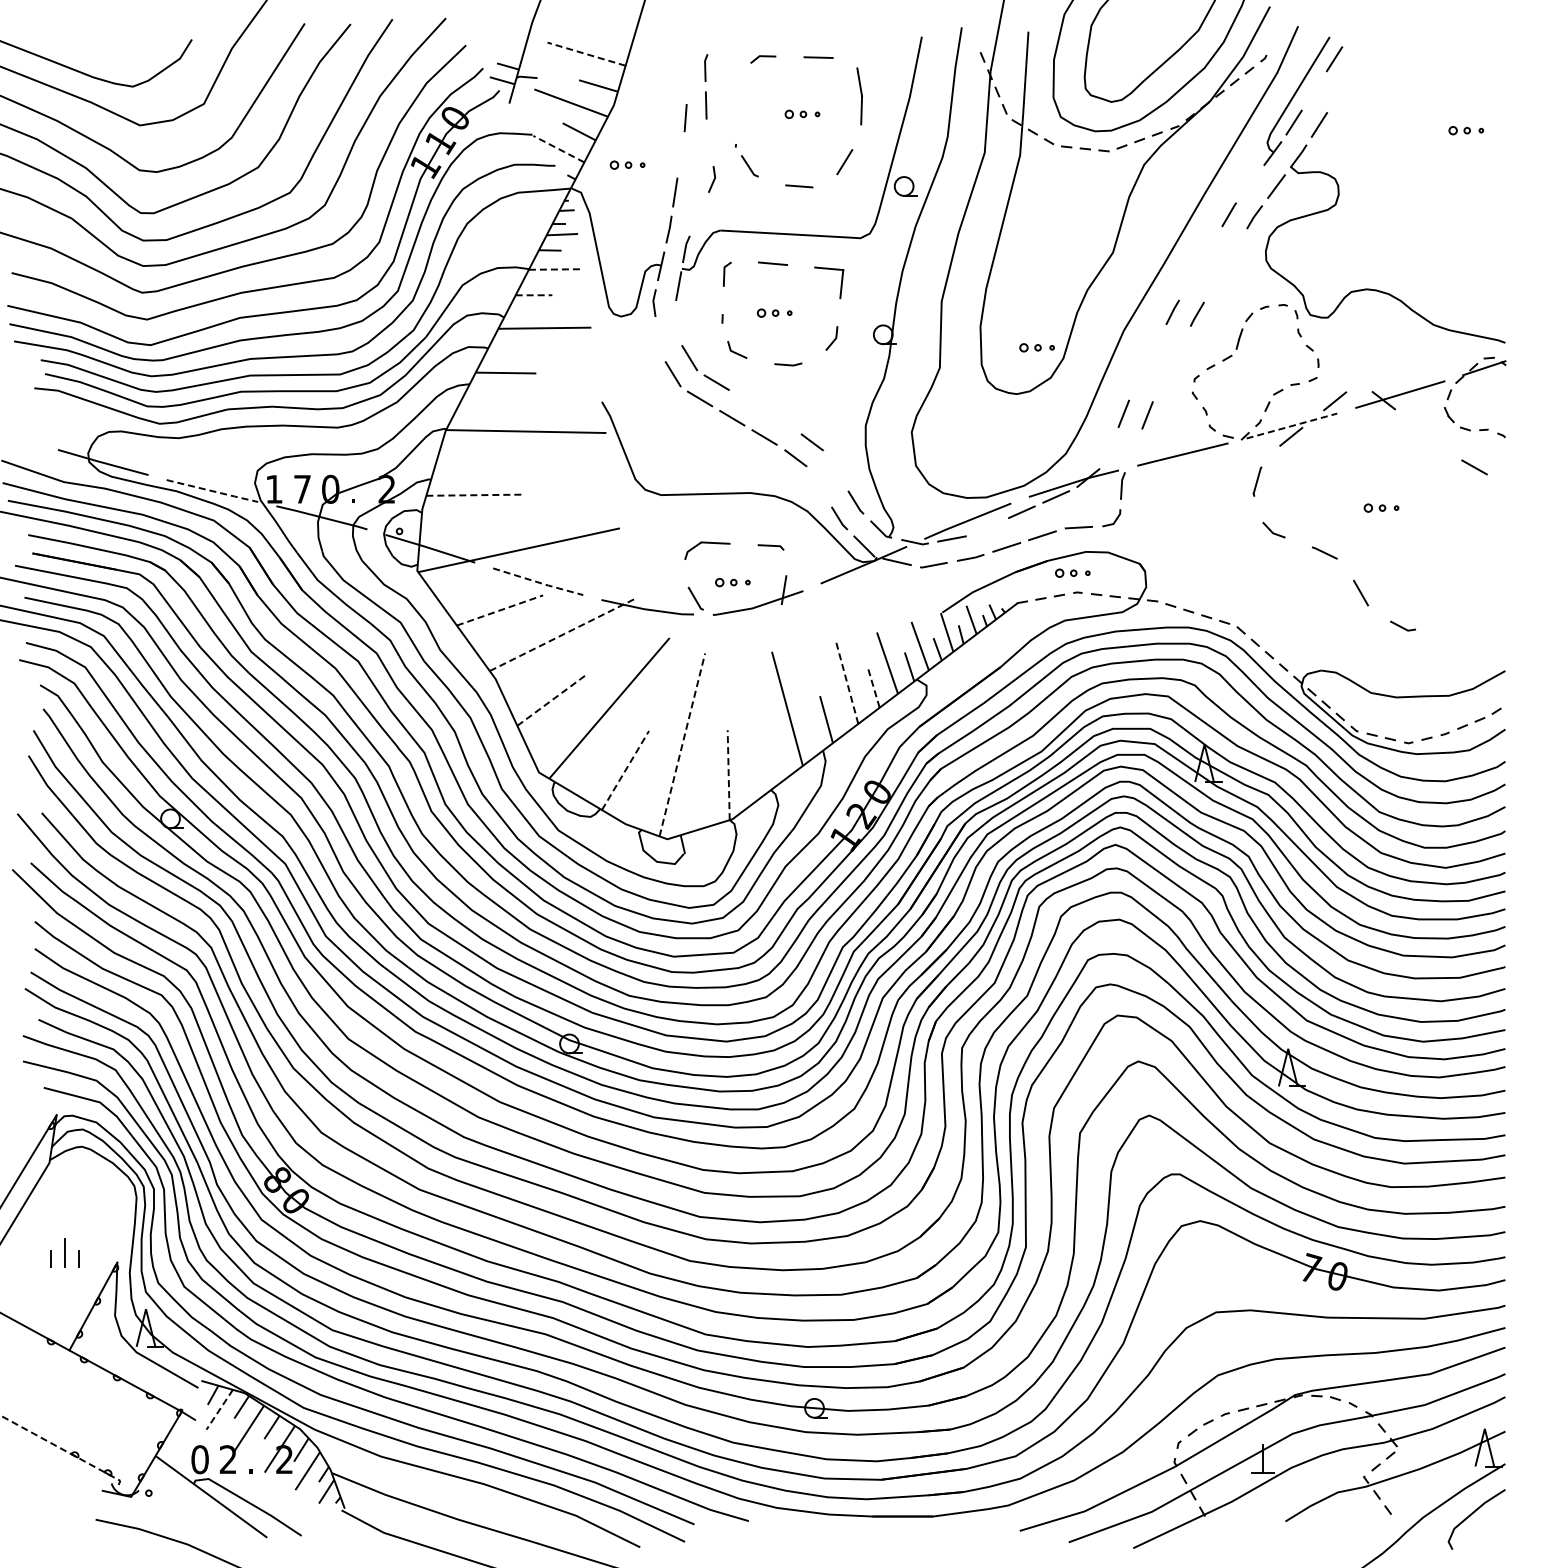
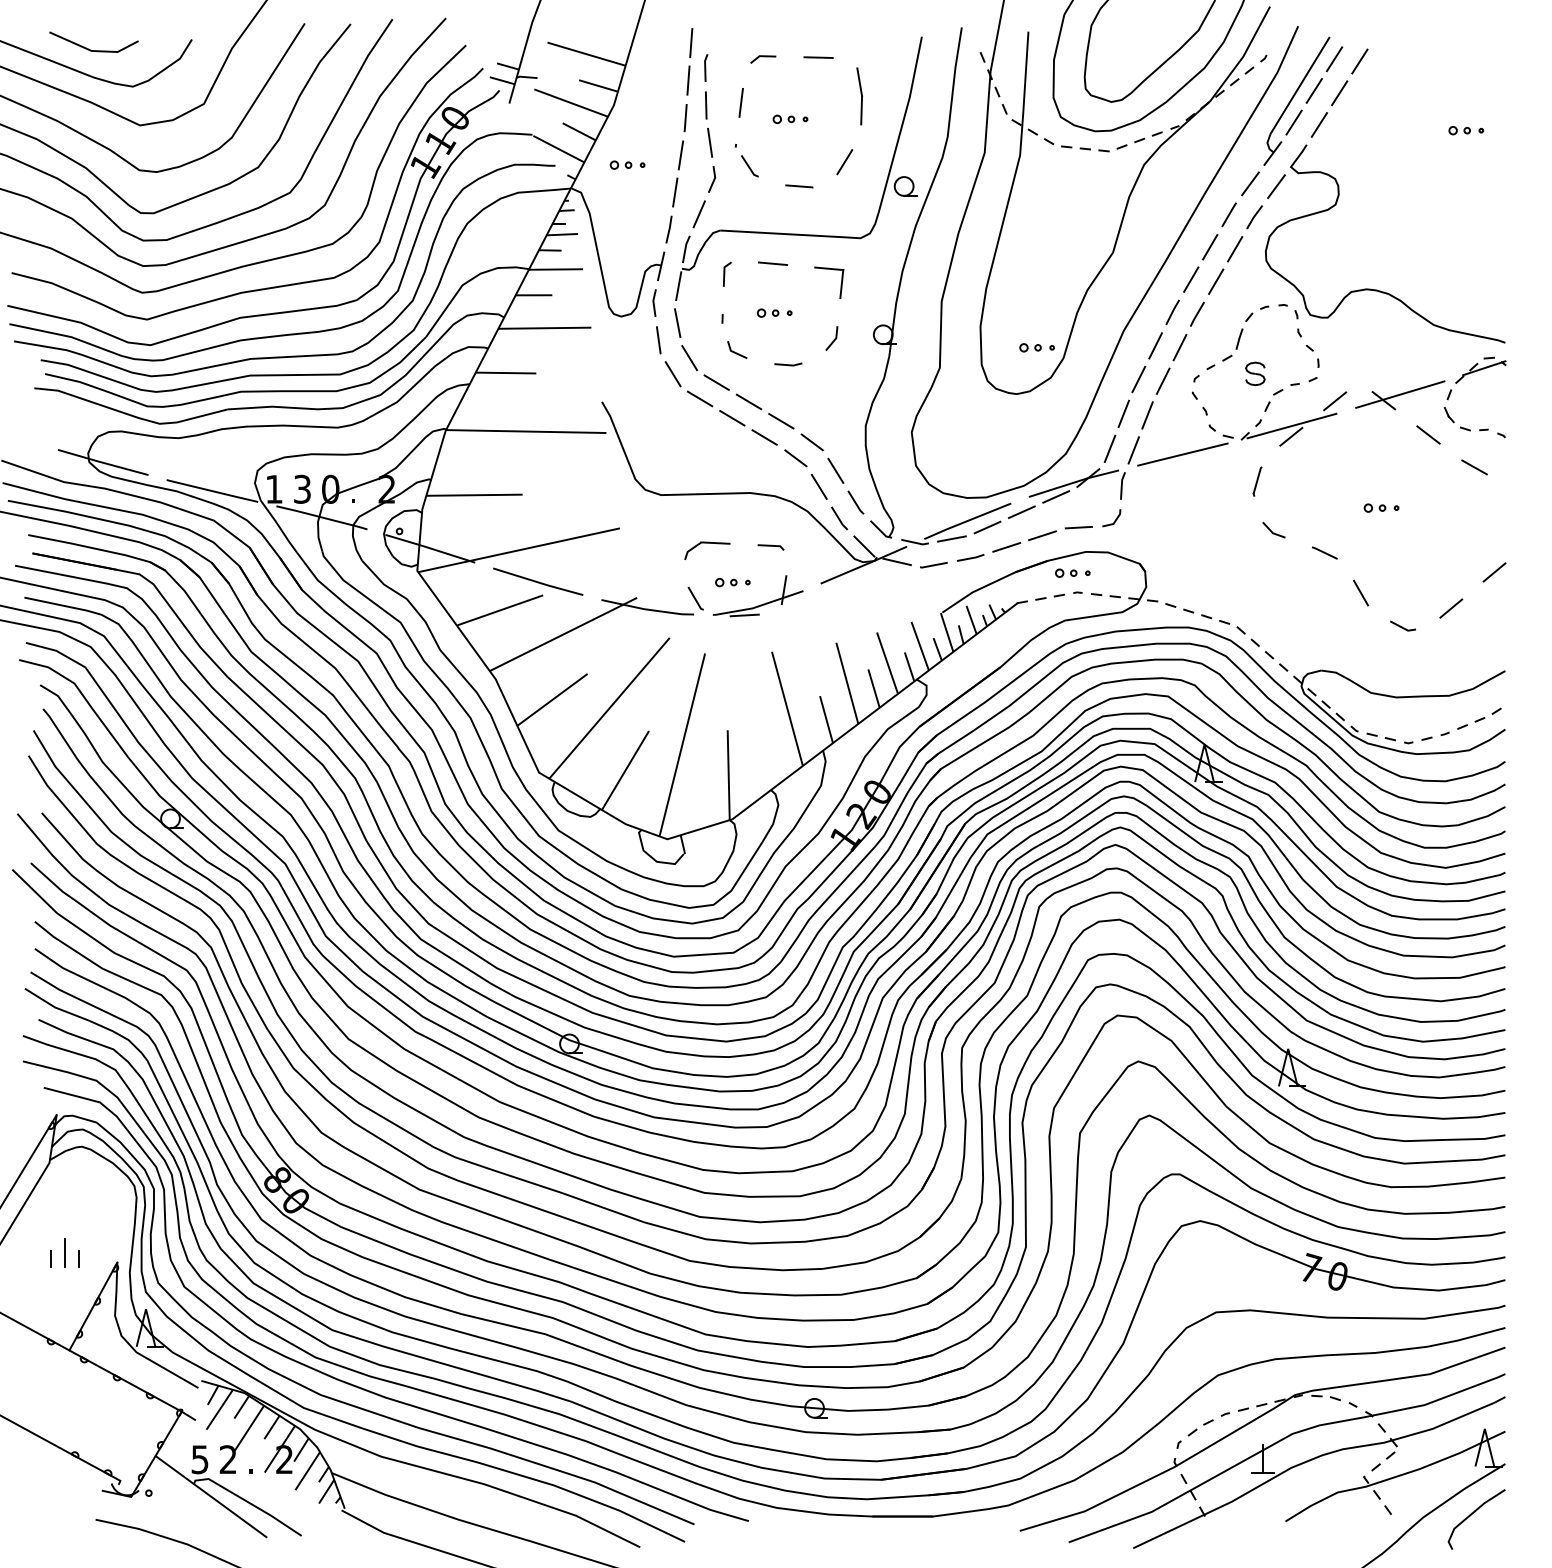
line at (91, 49): none -> present
line at (586, 54): dashed -> solid
line at (690, 58): none -> present
line at (1359, 61): none -> present
line at (1313, 90): none -> present
line at (1339, 93): none -> present
line at (740, 102): none -> present
part at (802, 113) position: (802, 113) -> (790, 118)
line at (710, 142): none -> present
line at (558, 149): dashed -> solid
line at (680, 155): none -> present
line at (1250, 183): none -> present
line at (698, 214): none -> present
line at (1210, 247): none -> present
line at (1235, 249): none -> present
line at (556, 269): dashed -> solid
line at (1191, 279): none -> present
line at (1216, 281): none -> present
line at (534, 295): dashed -> solid
line at (677, 322): none -> present
line at (658, 340): none -> present
line at (1155, 345): none -> present
line at (1179, 347): none -> present
part at (1255, 373): none -> present
line at (1138, 379): none -> present
line at (1162, 380): none -> present
line at (748, 401): none -> present
line at (781, 420): none -> present
line at (1292, 425): dashed -> solid
line at (1428, 434): none -> present
line at (1109, 448): none -> present
line at (1133, 450): none -> present
line at (835, 470): none -> present
line at (818, 486): none -> present
text at (302, 488): 7 -> 3
line at (212, 491): dashed -> solid
line at (474, 495): dashed -> solid
line at (987, 527): none -> present
line at (1494, 572): none -> present
line at (538, 582): dashed -> solid
line at (1451, 608): none -> present
line at (500, 610): dashed -> solid
line at (744, 615): none -> present
line at (563, 634): dashed -> solid
line at (847, 682): dashed -> solid
line at (874, 688): dashed -> solid
line at (552, 699): dashed -> solid
line at (682, 744): dashed -> solid
line at (625, 770): dashed -> solid
line at (728, 775): dashed -> solid
line at (219, 1409): dashed -> solid
line at (62, 1449): dashed -> solid
text at (199, 1459): 0 -> 5
